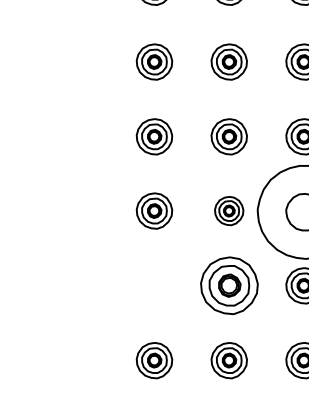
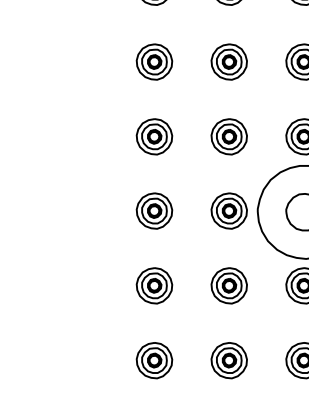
part at (229, 211) size: 31x31 px -> 38x38 px
part at (154, 285): none -> present
part at (229, 285) size: 59x60 px -> 38x38 px
